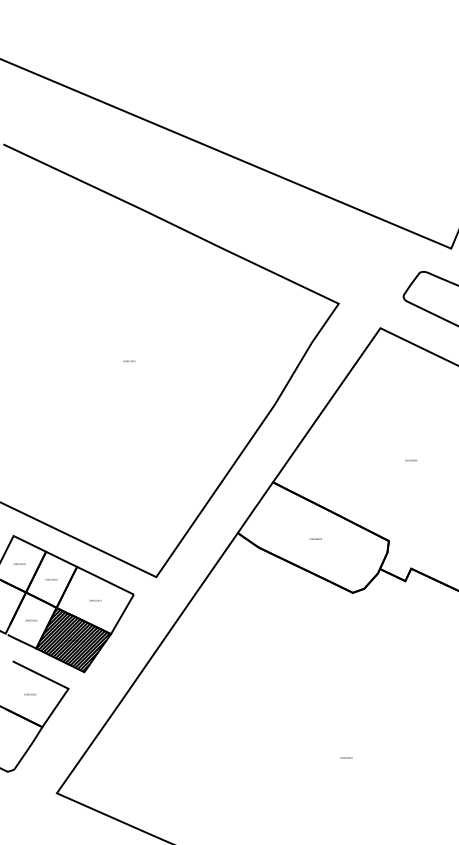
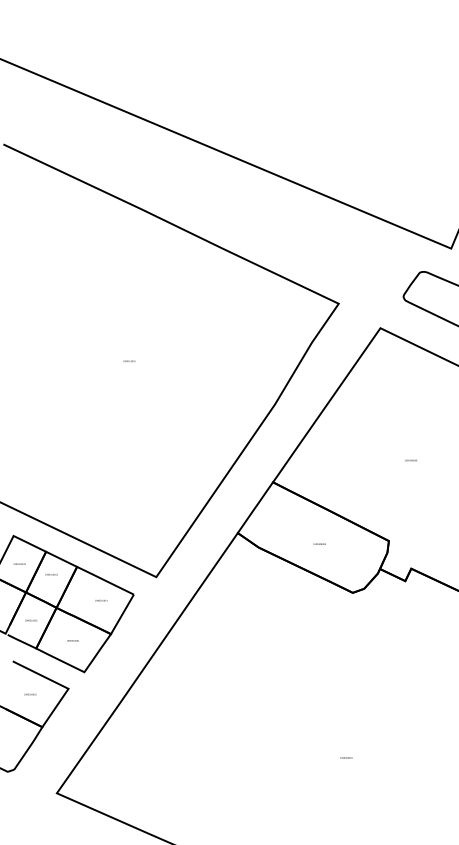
text at (315, 538) position: (315, 538) -> (319, 543)
text at (51, 579) position: (51, 579) -> (51, 574)
text at (95, 600) position: (95, 600) -> (101, 600)
hatch at (72, 639): present -> none
